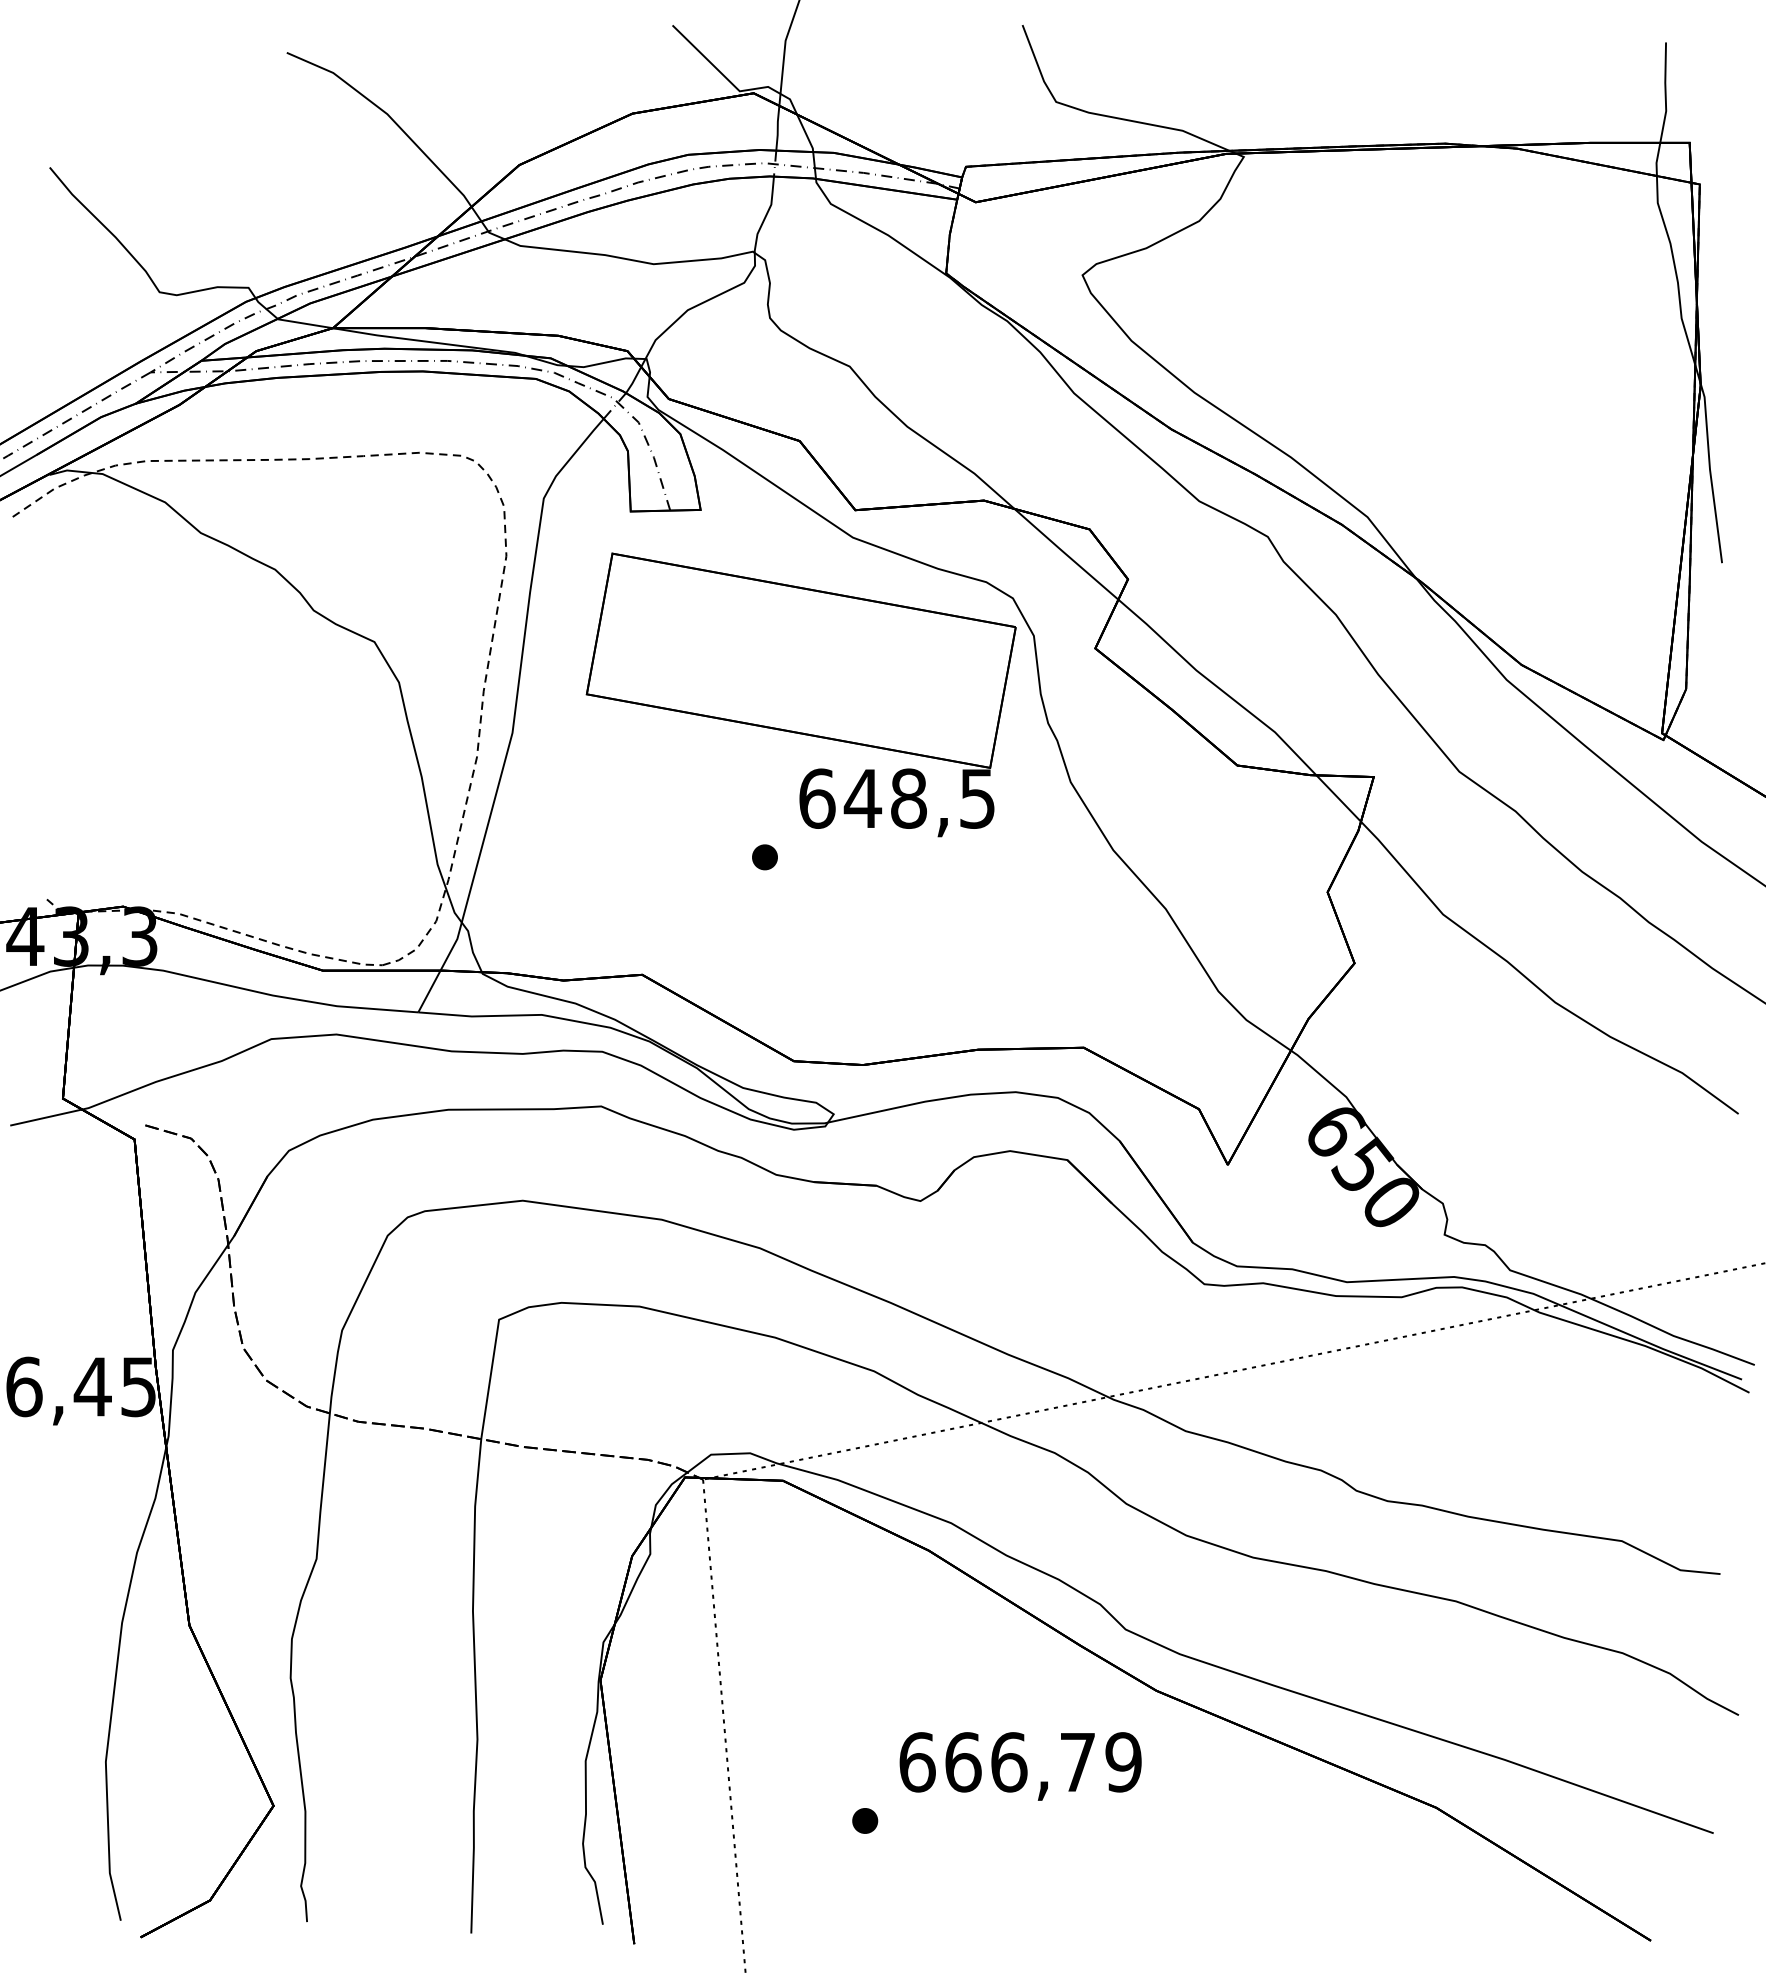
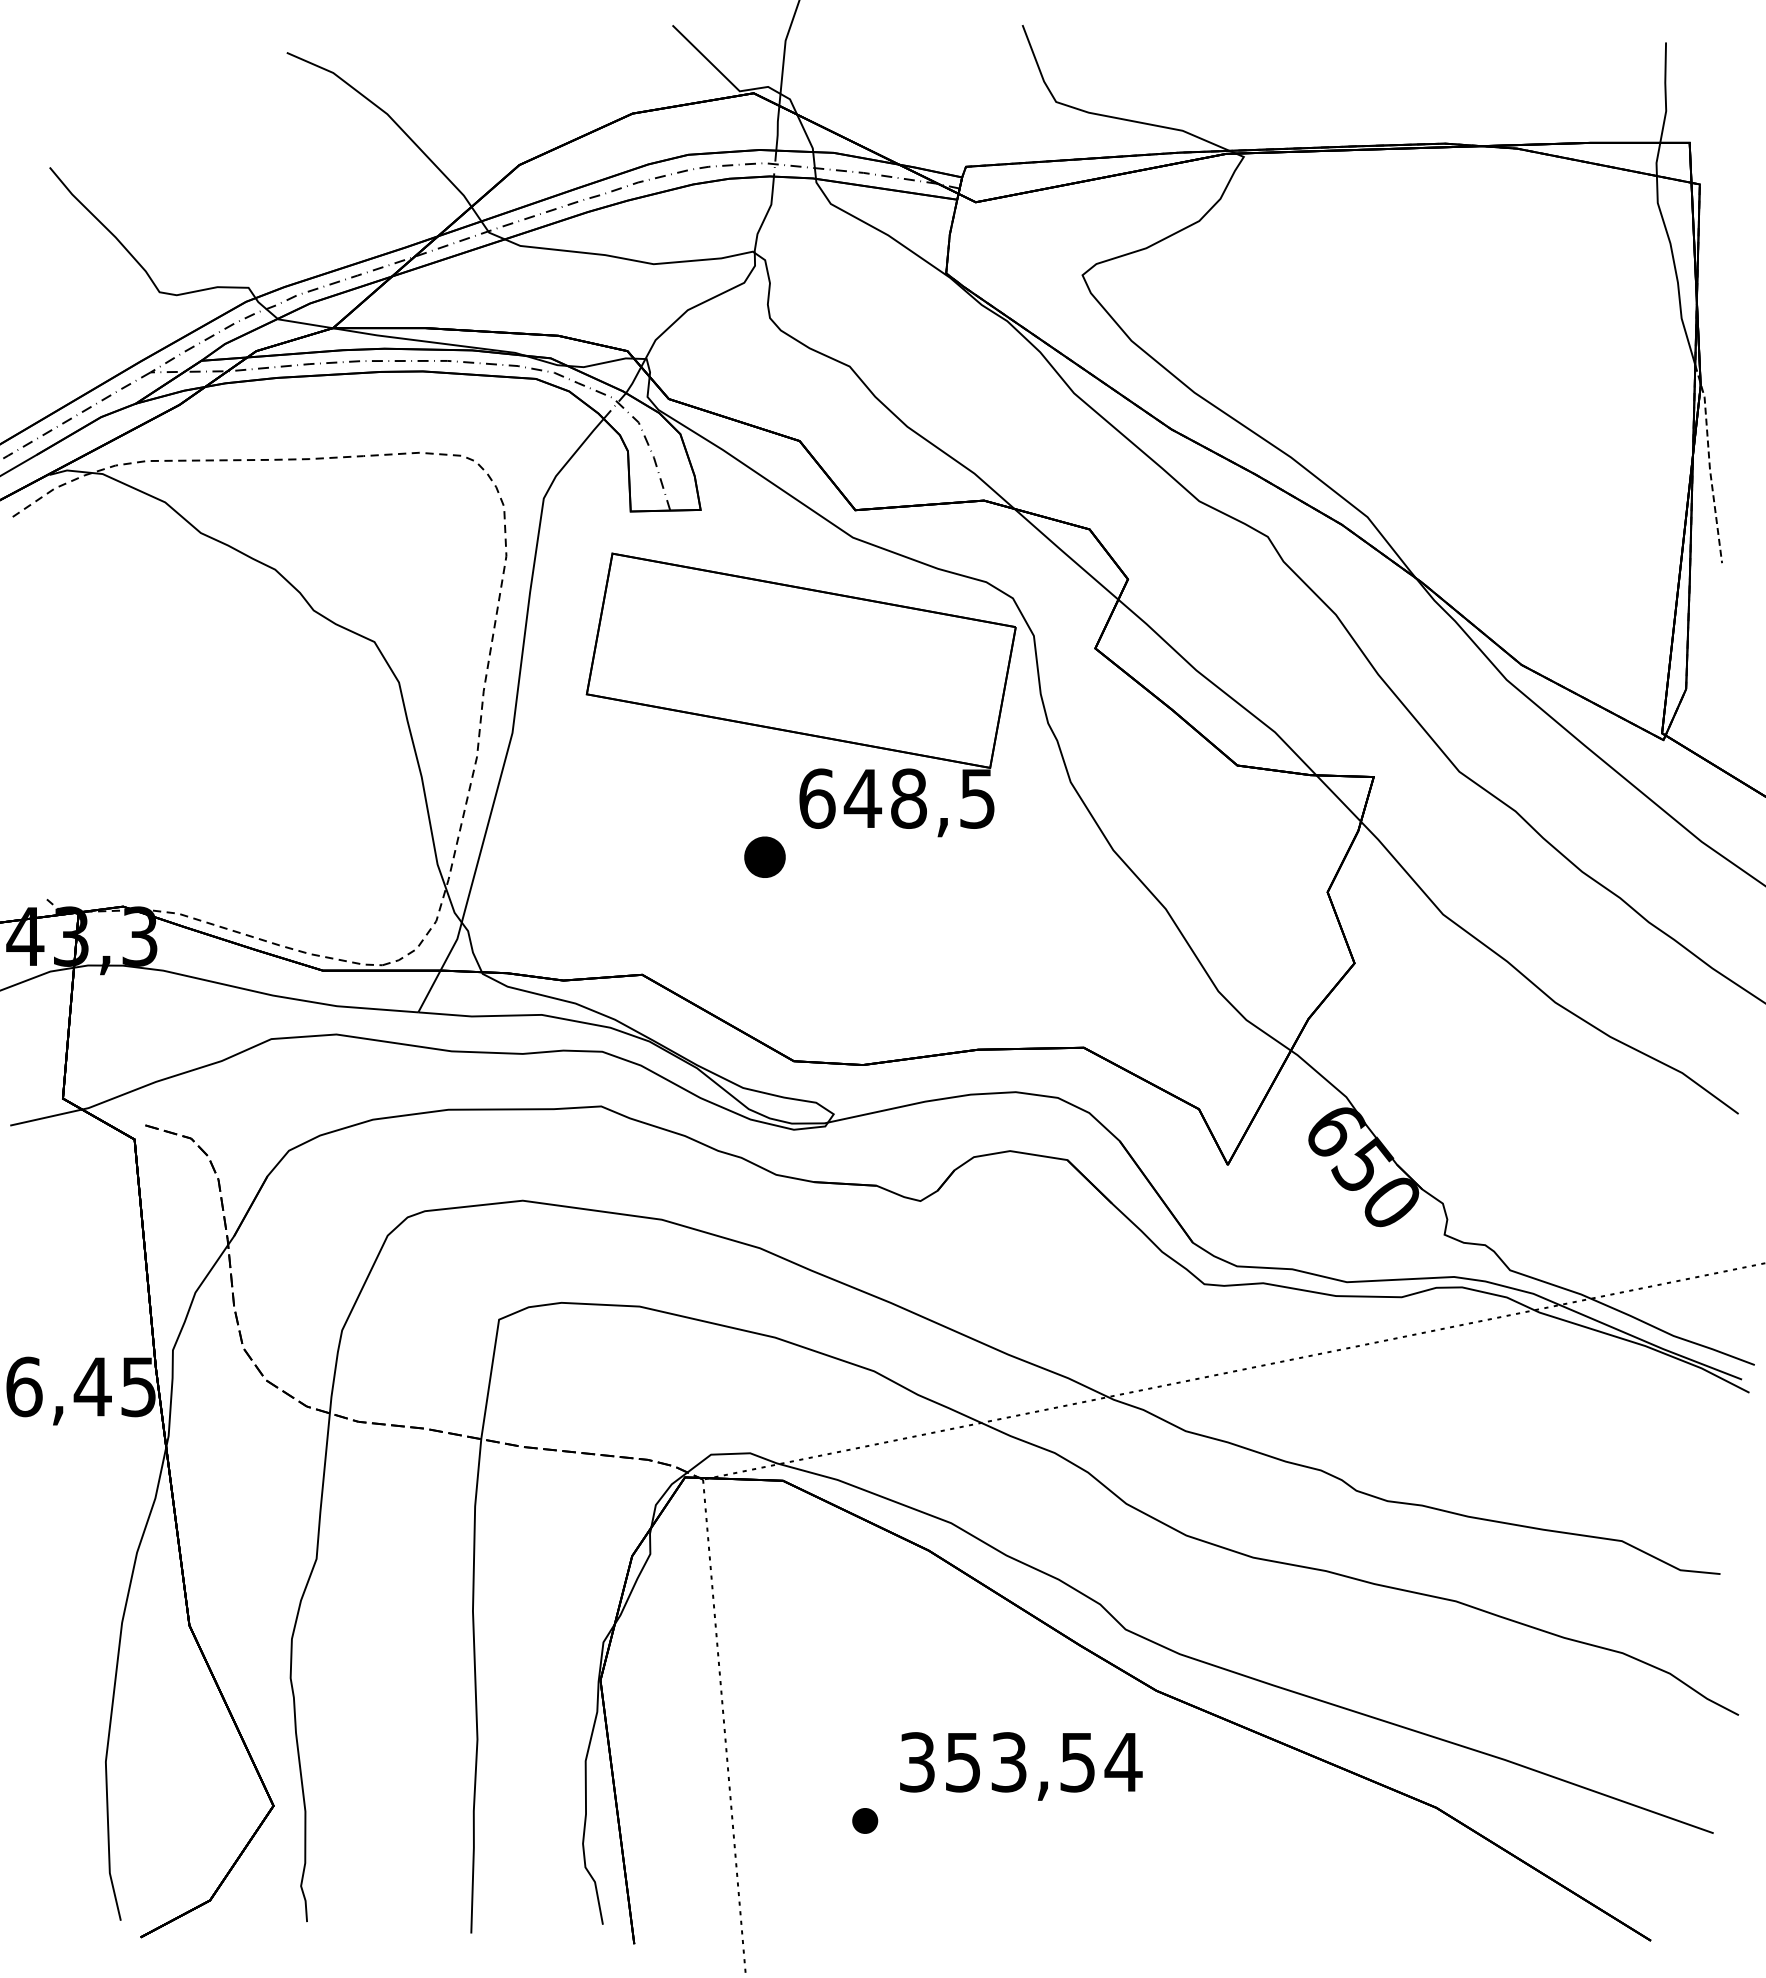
line at (1709, 463): solid -> dashed
part at (764, 857) size: 26x27 px -> 42x42 px
text at (1020, 1762): 666,79 -> 353,54
